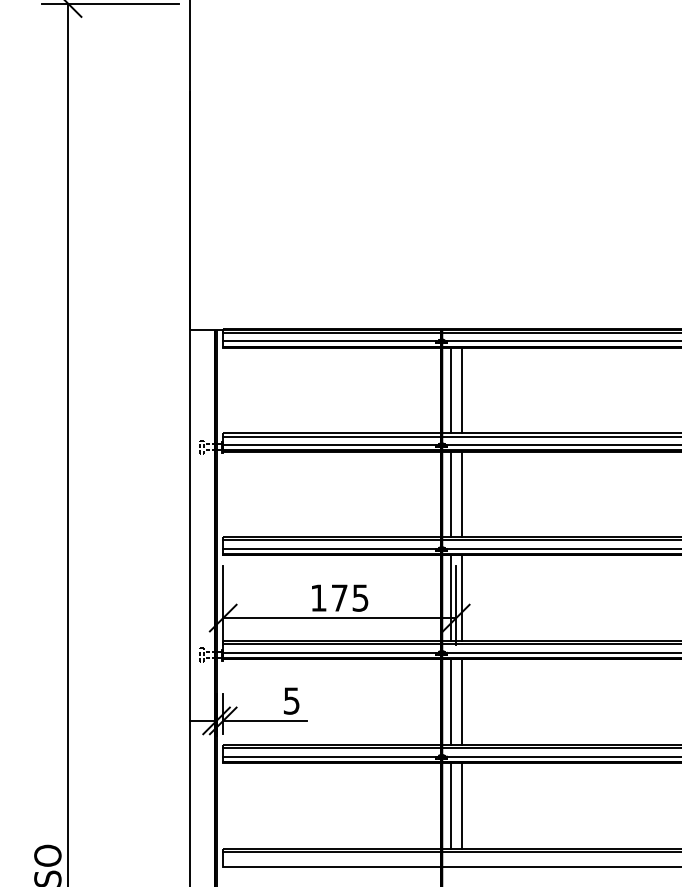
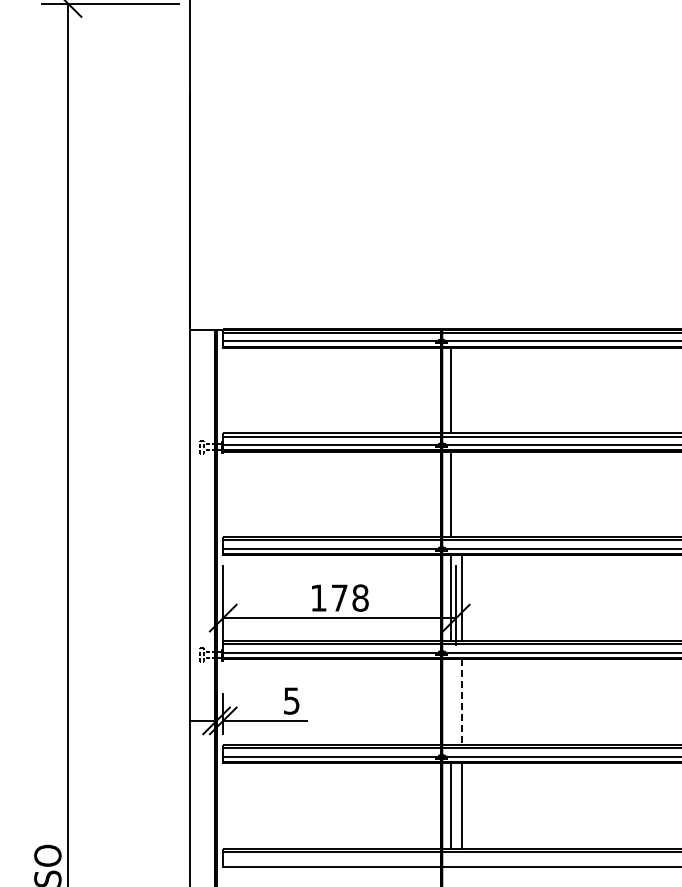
line at (461, 390): present -> none
line at (461, 494): present -> none
text at (360, 597): 175 -> 178
line at (450, 701): present -> none
line at (461, 702): solid -> dashed
